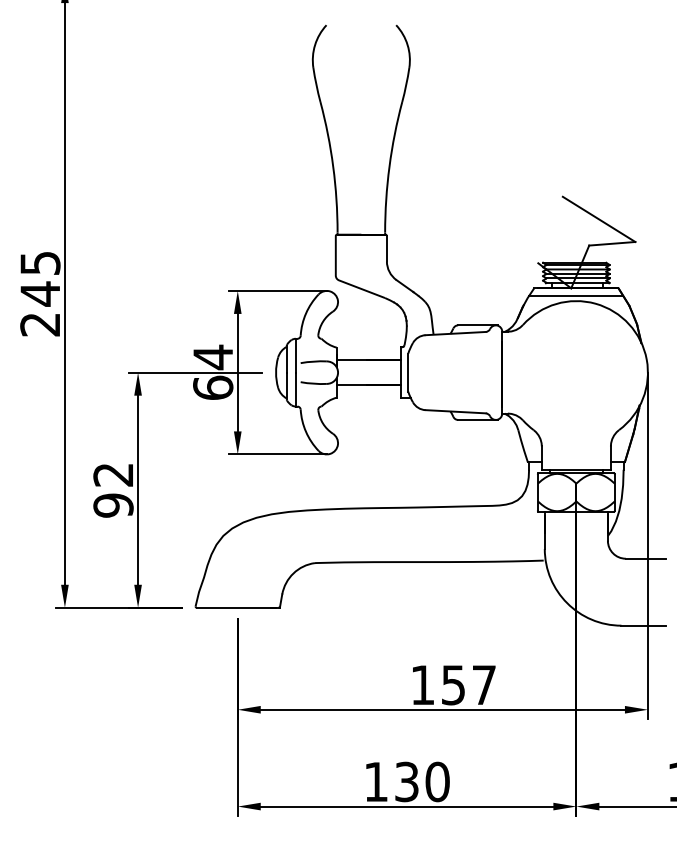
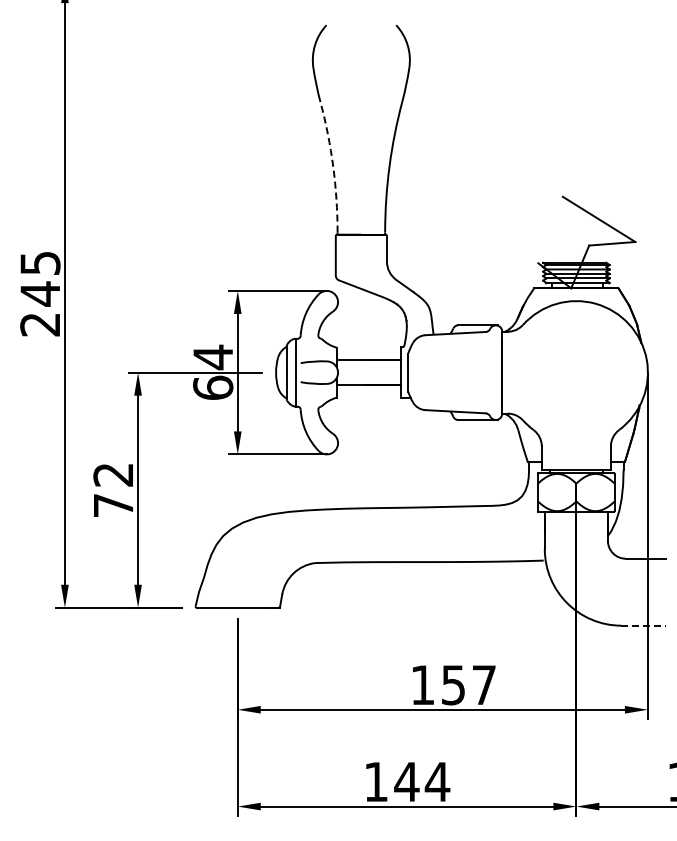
arc at (333, 166): solid -> dashed
line at (576, 296): present -> none
text at (113, 505): 92 -> 72
line at (644, 625): solid -> dashed
text at (422, 781): 130 -> 144
